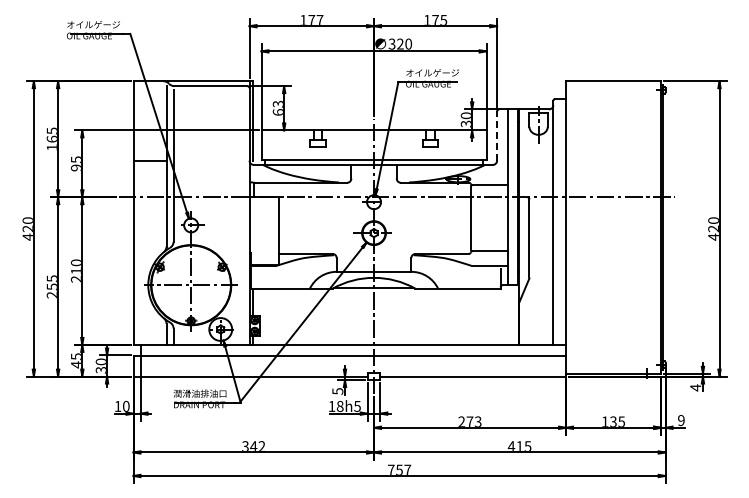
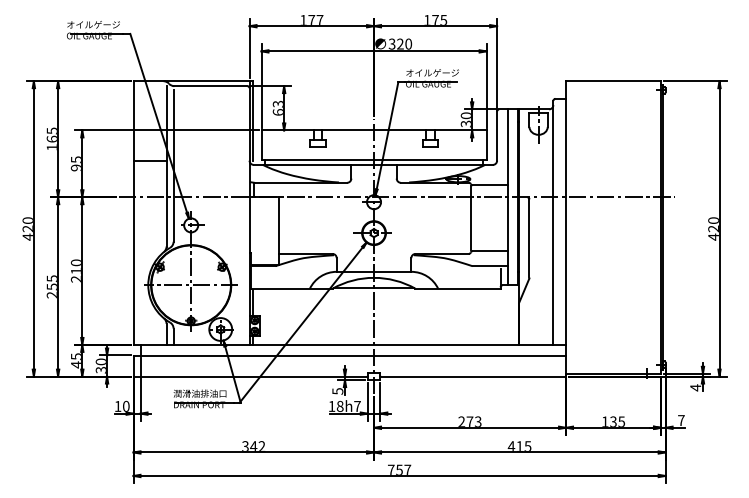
line at (497, 136): dashed -> solid
text at (357, 406): 18h5 -> 18h7
text at (681, 420): 9 -> 7
